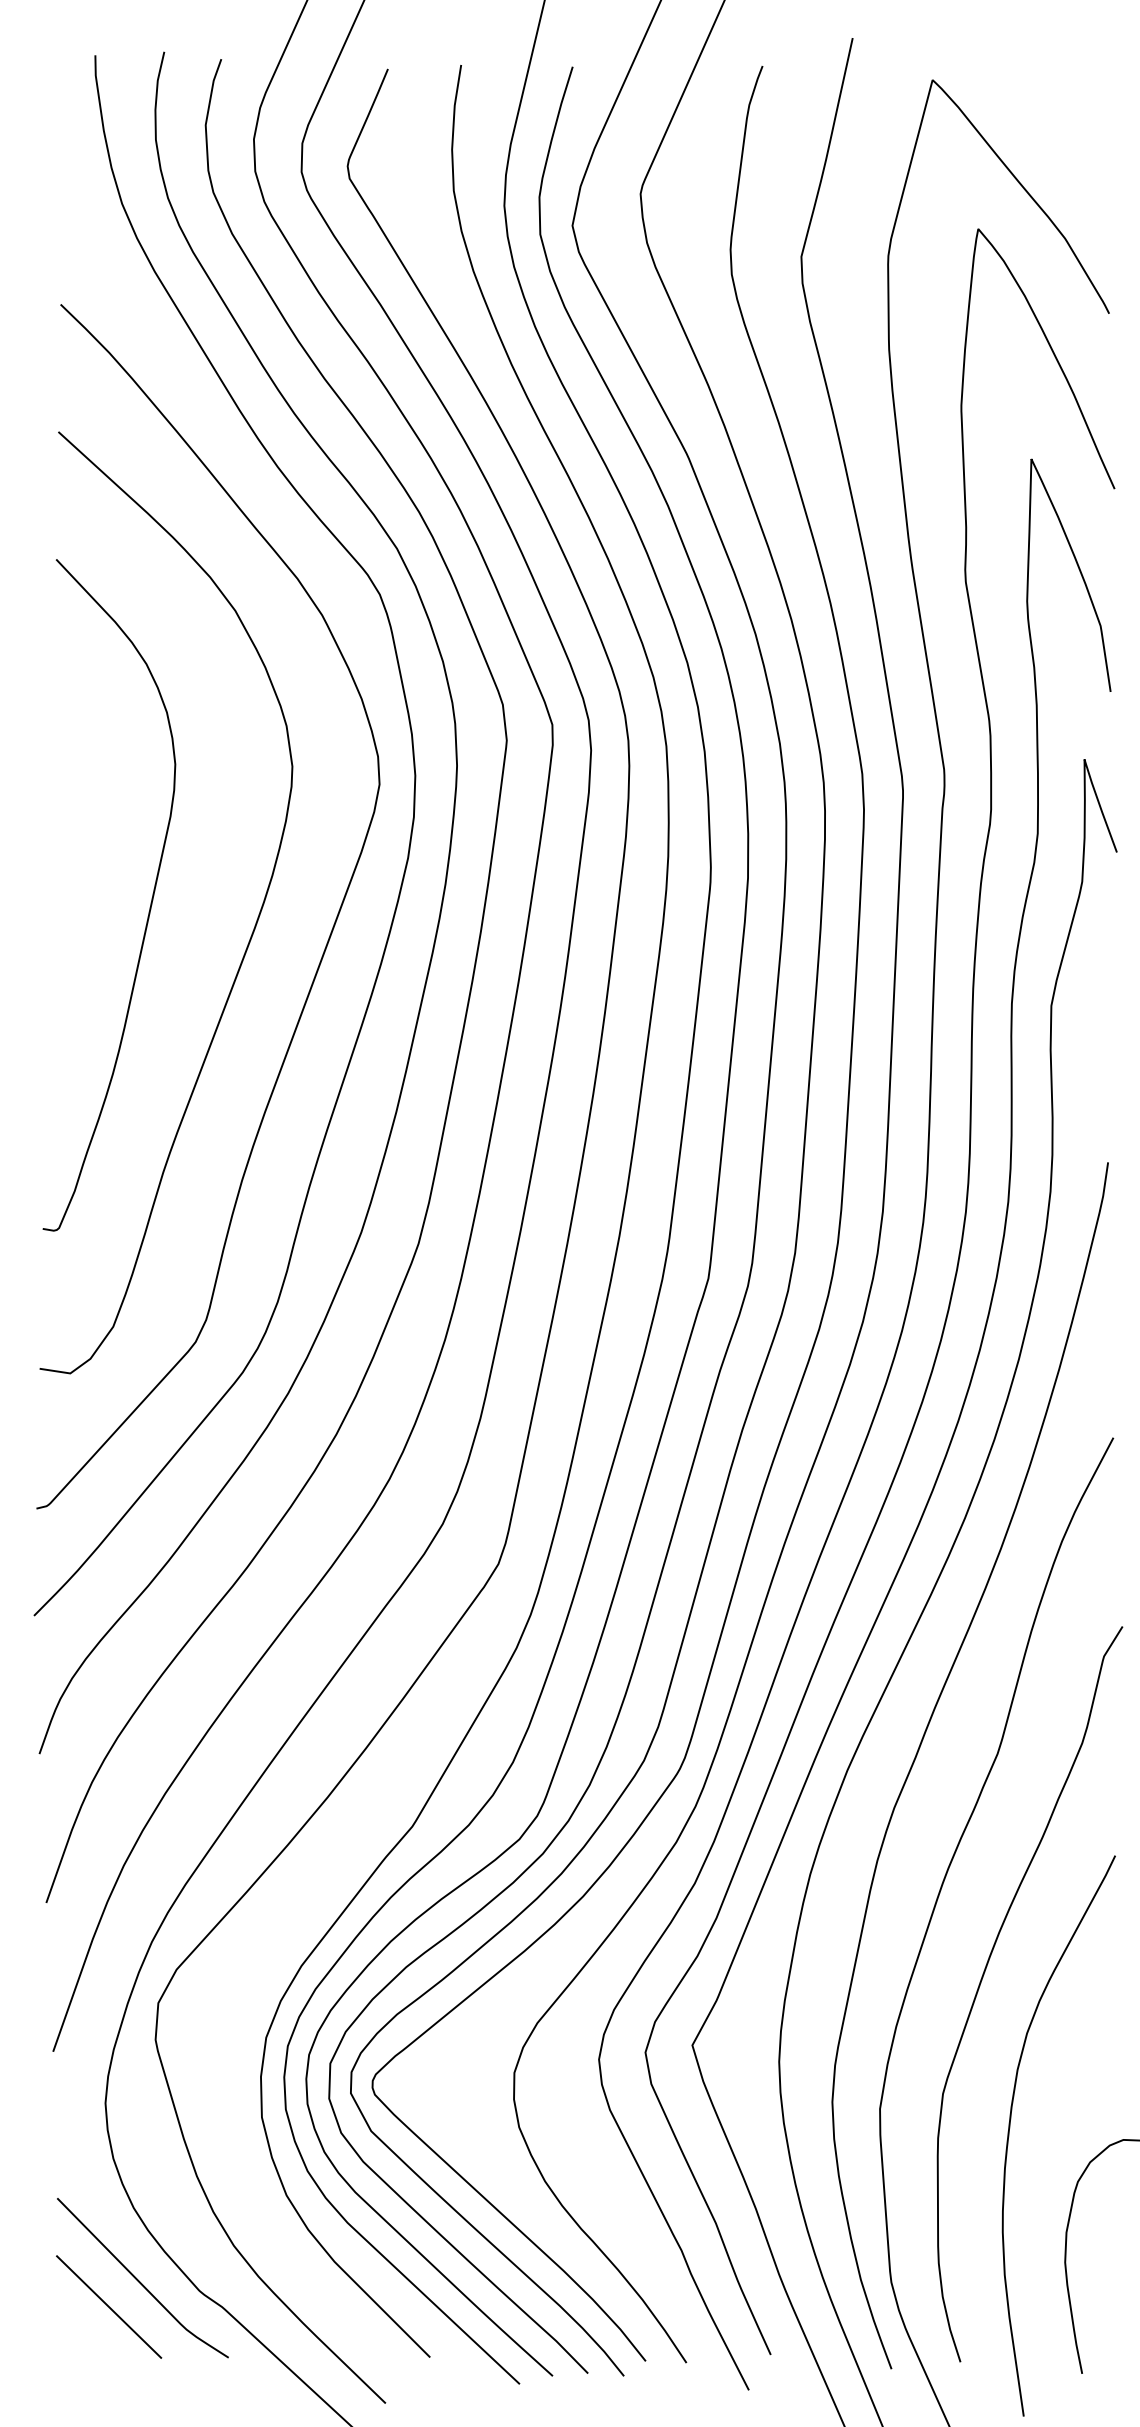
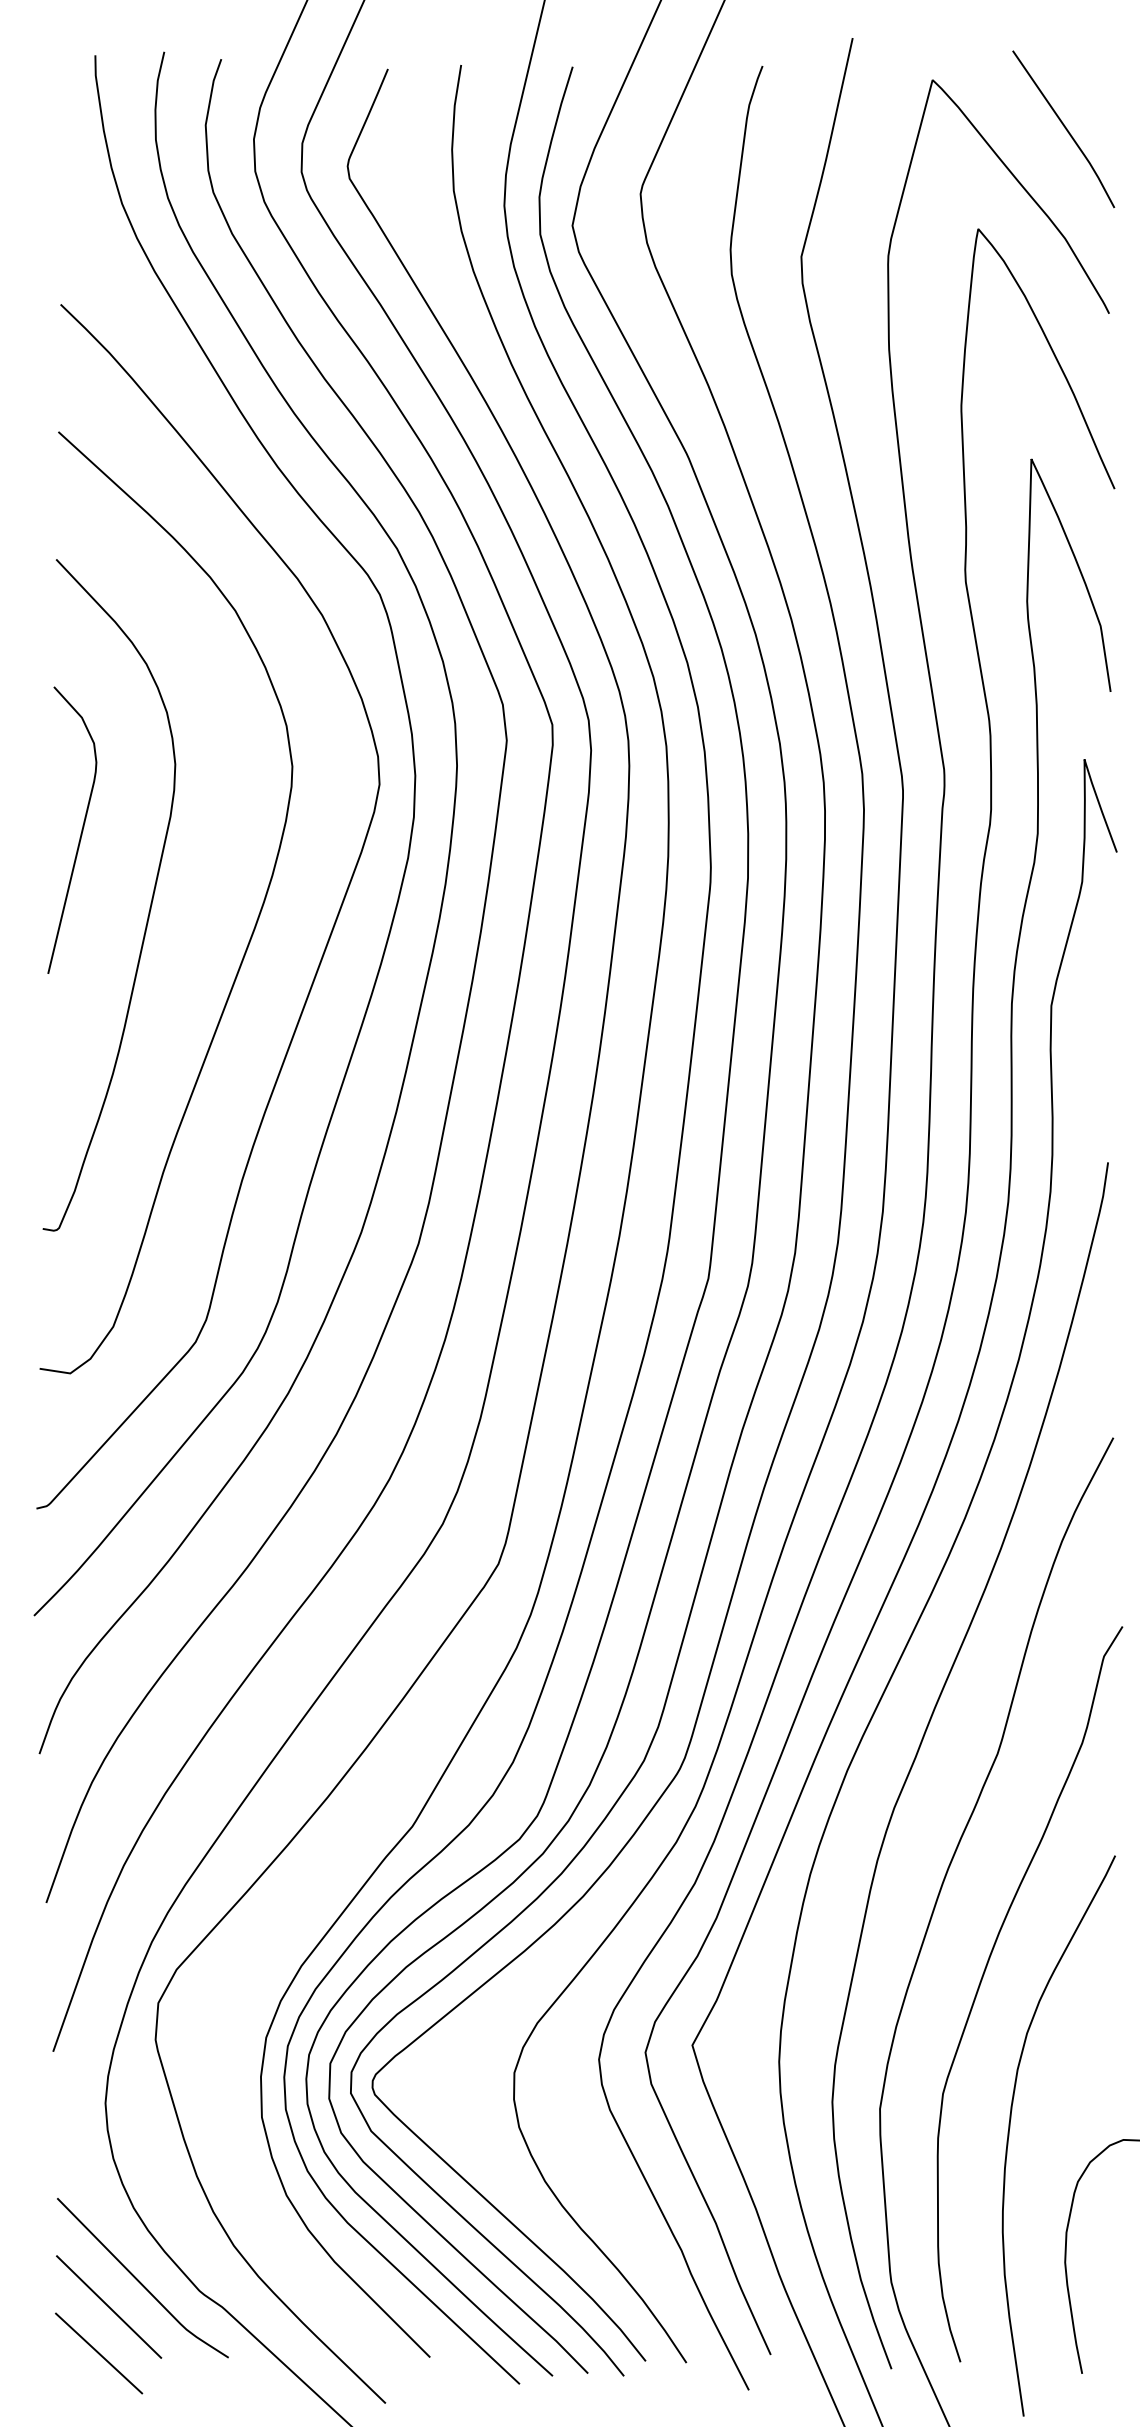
line at (1064, 128): none -> present
curve at (80, 833): none -> present
line at (99, 2353): none -> present
